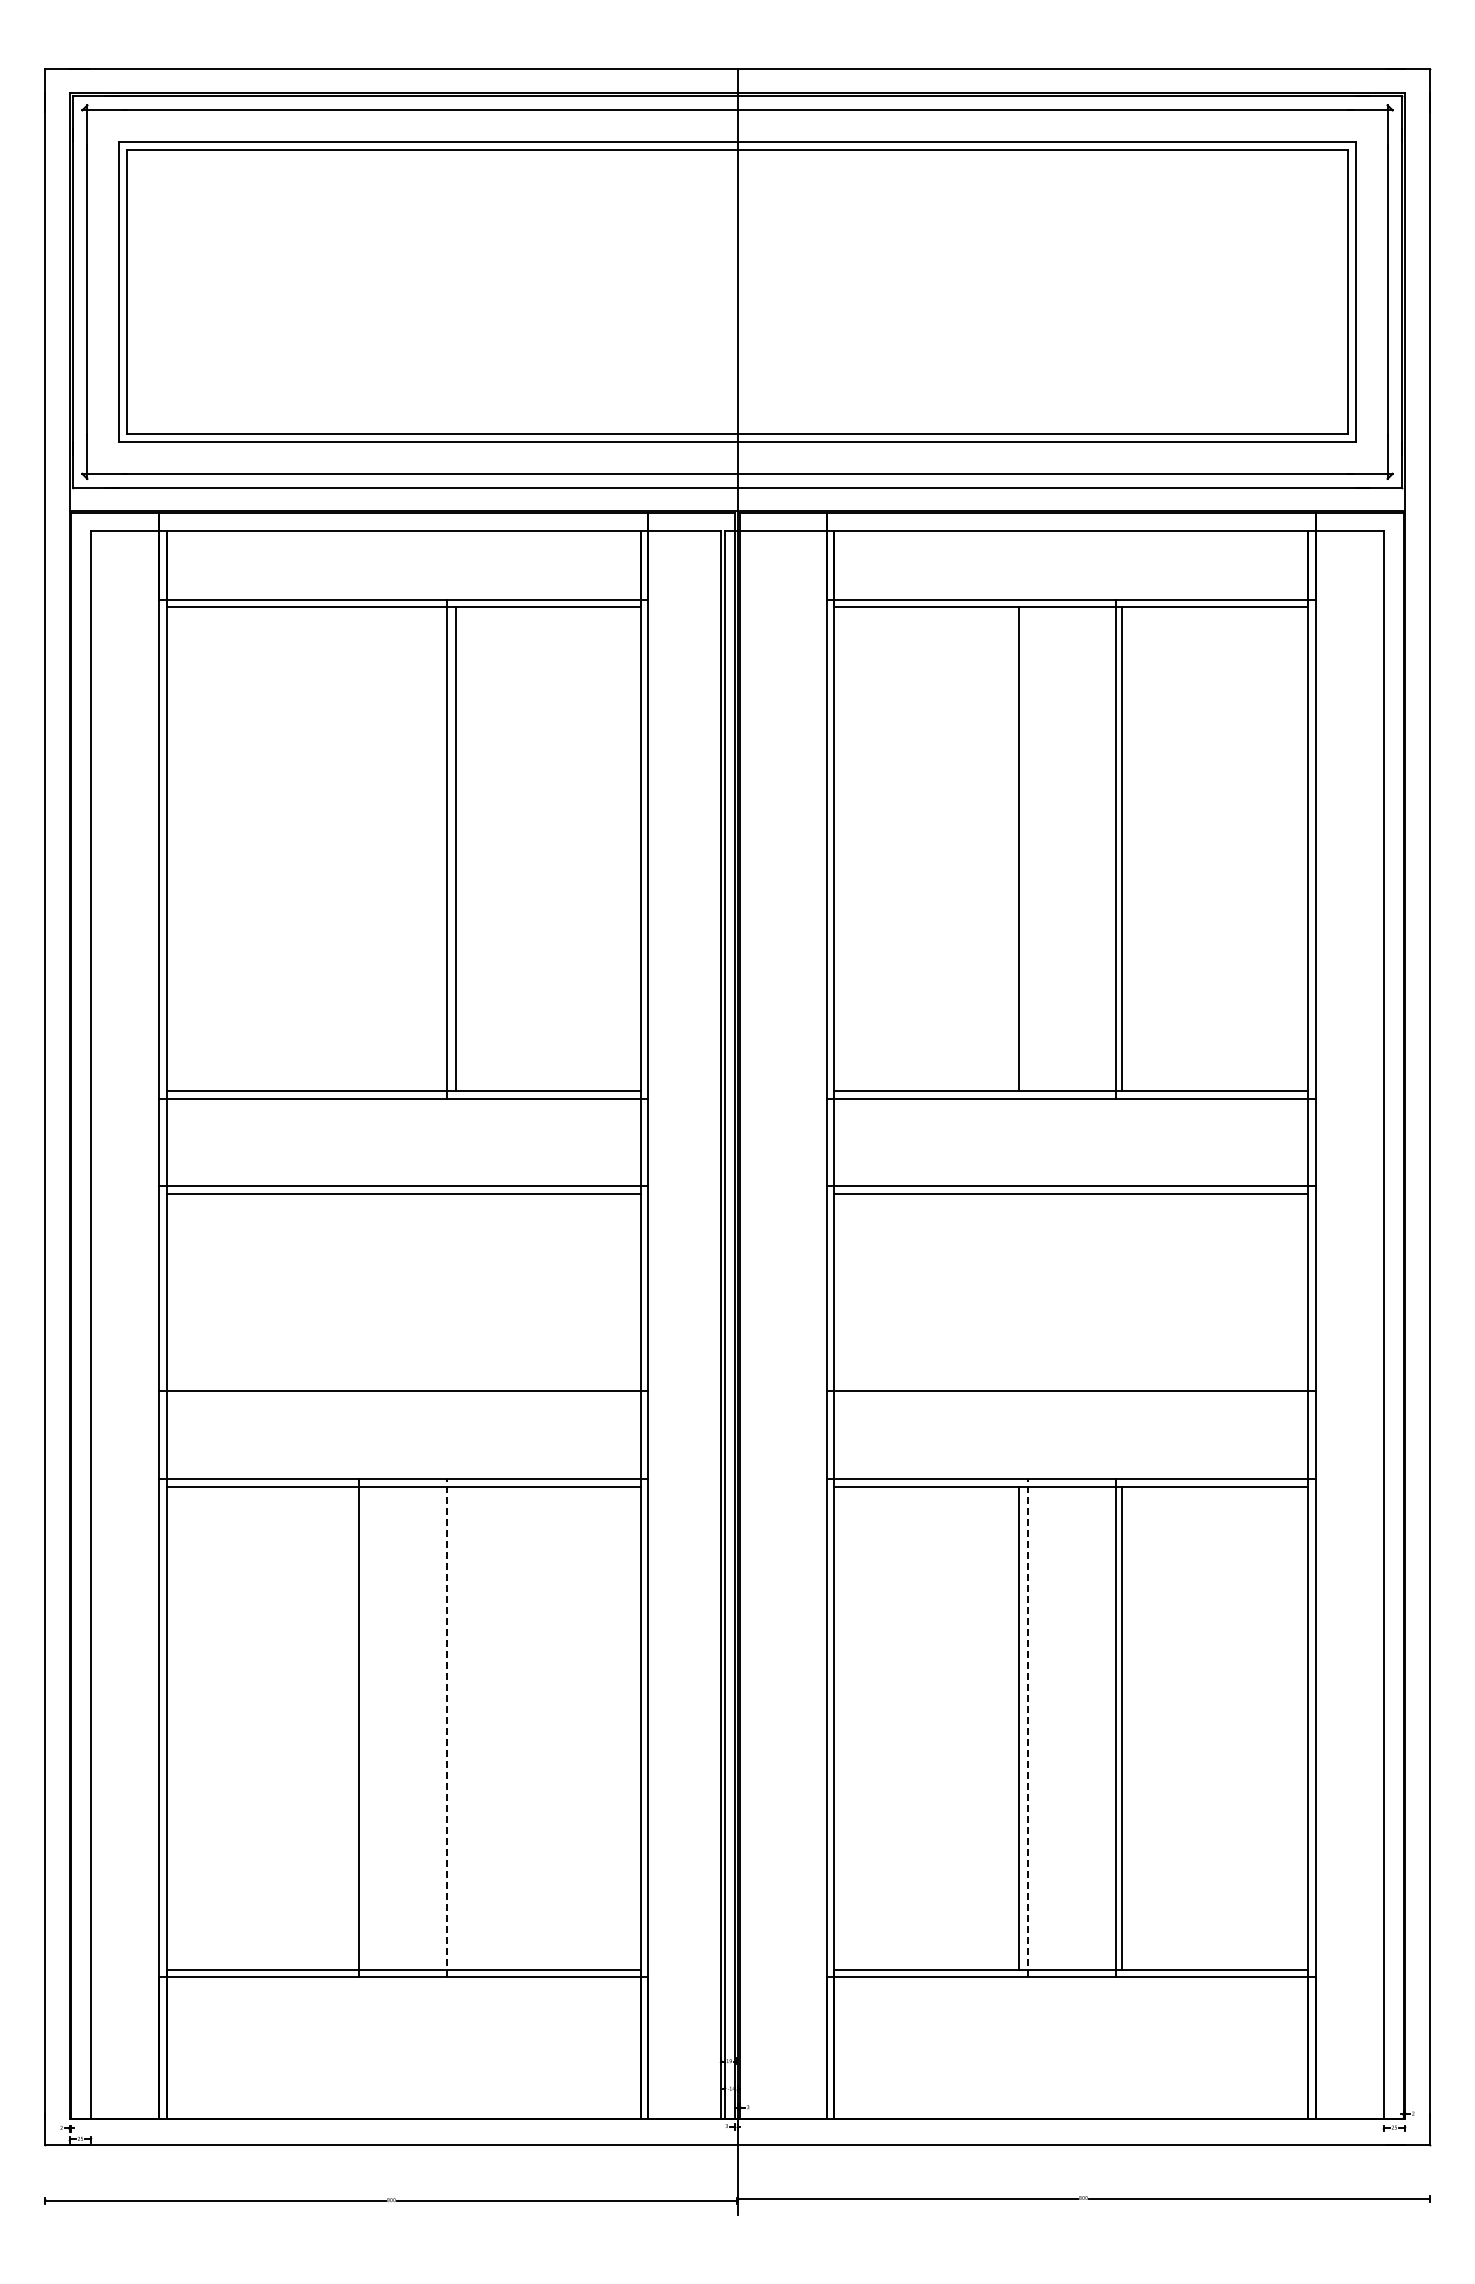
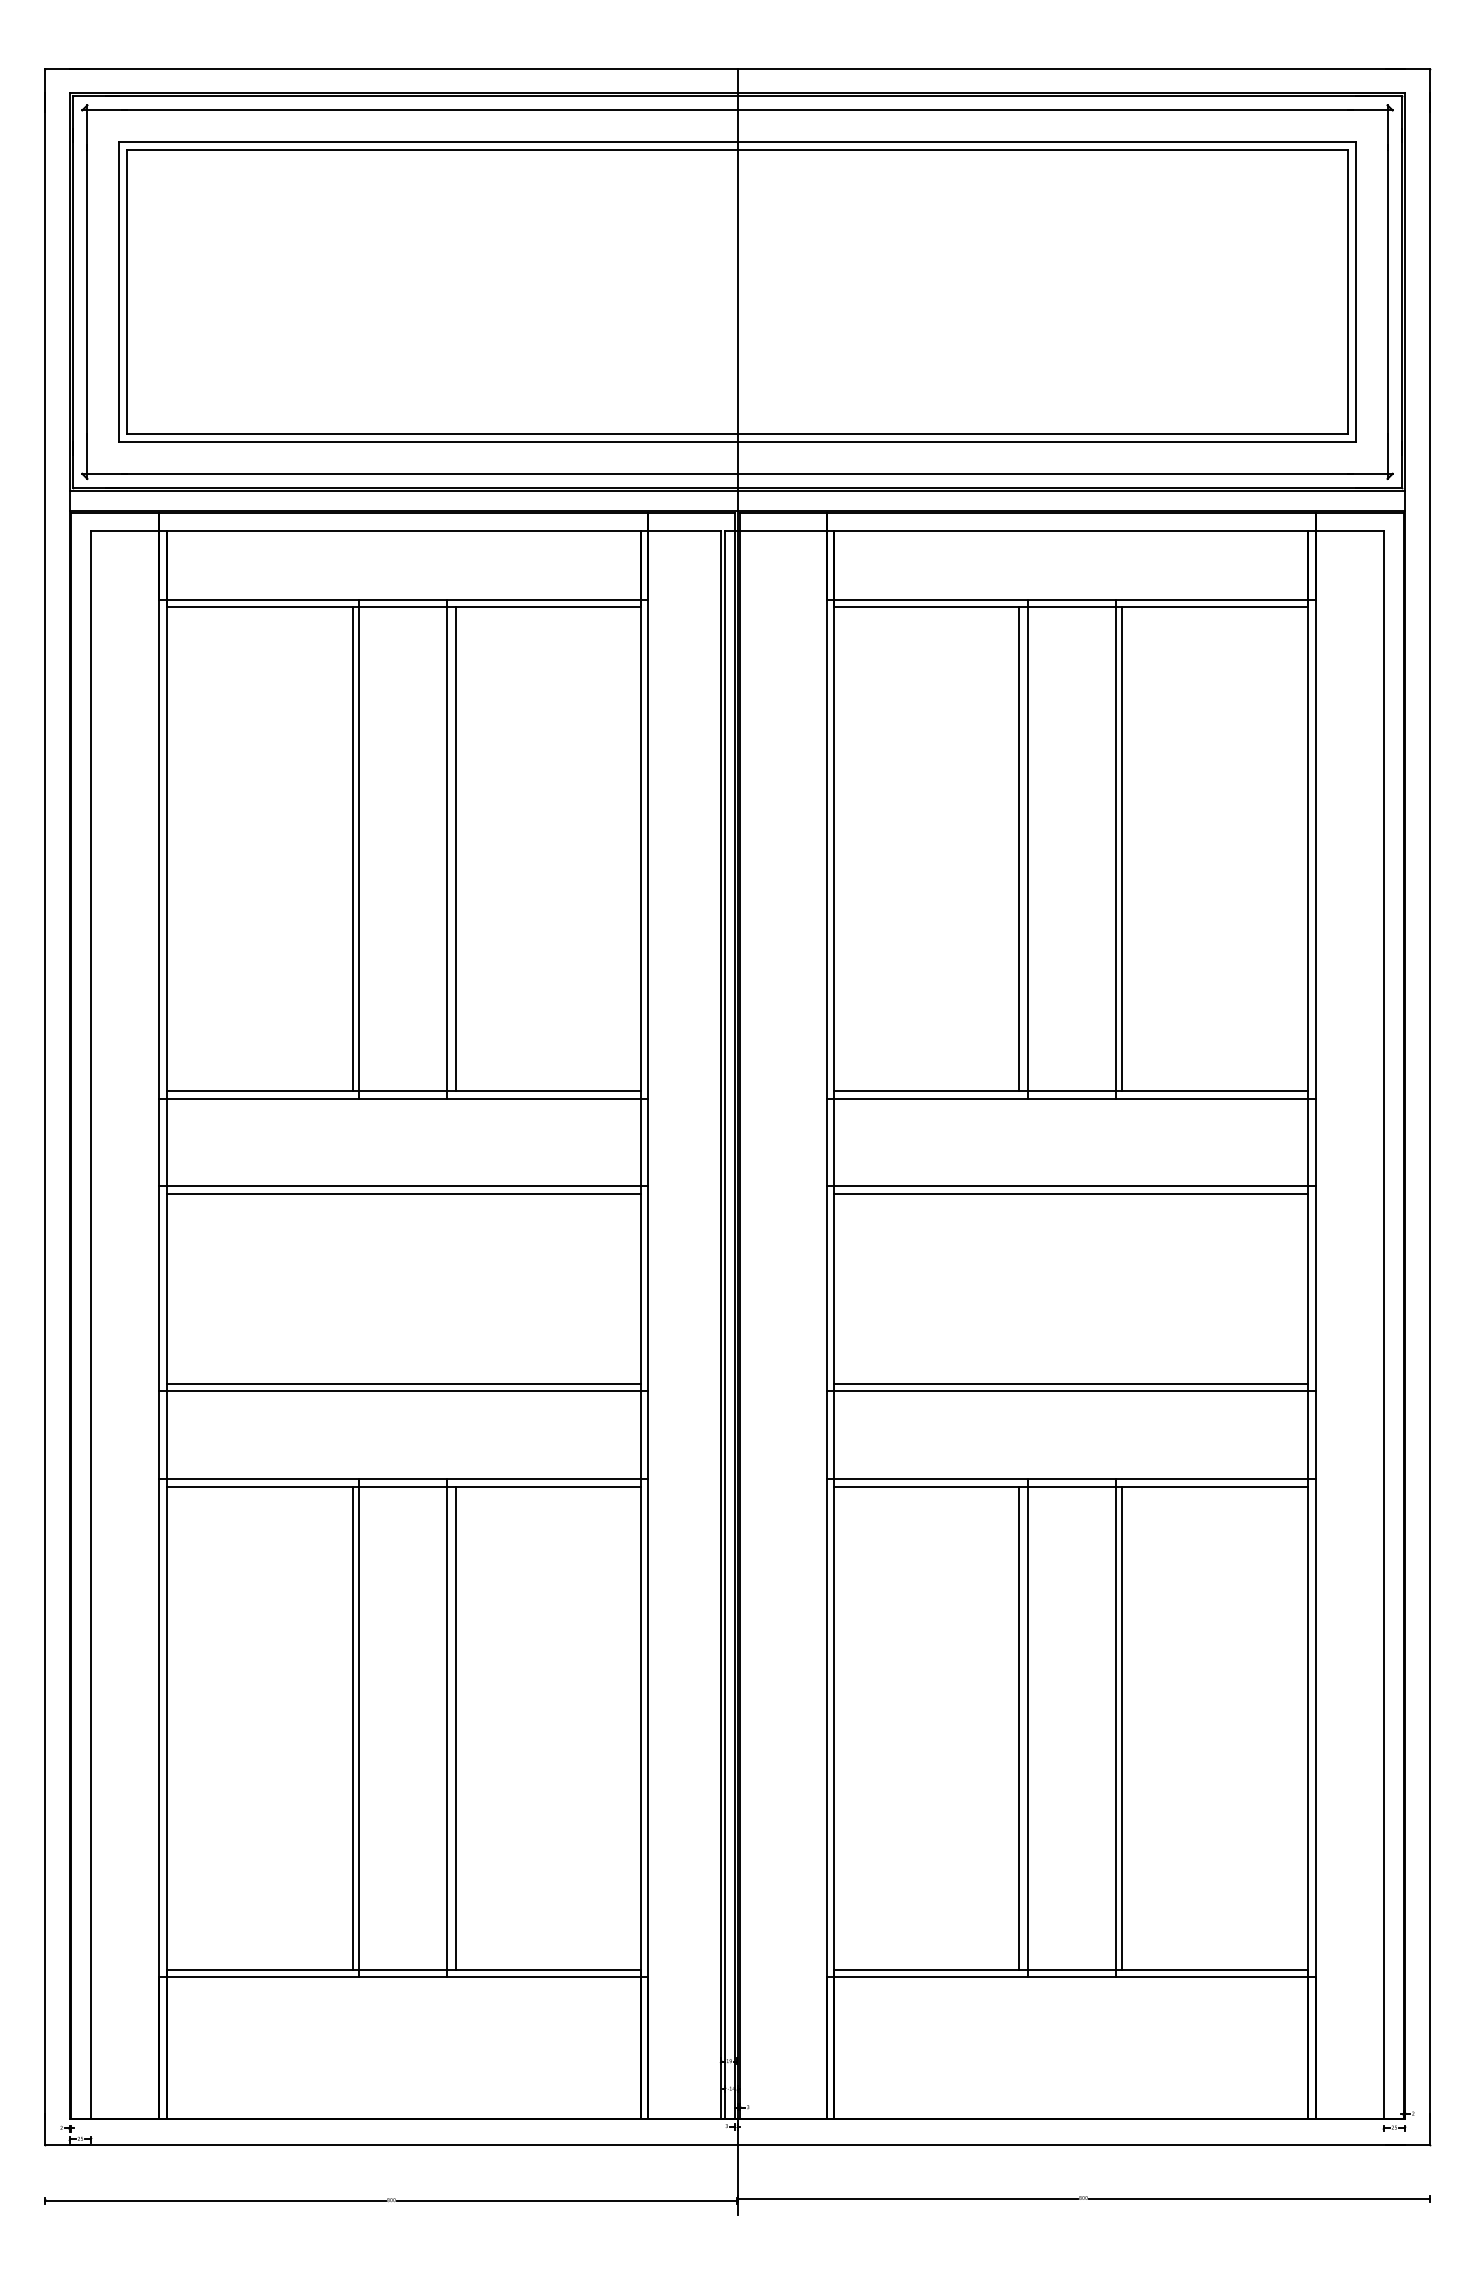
line at (737, 491): none -> present
line at (352, 848): none -> present
line at (359, 849): none -> present
line at (1028, 849): none -> present
line at (403, 1383): none -> present
line at (1070, 1383): none -> present
line at (352, 1727): none -> present
line at (446, 1727): dashed -> solid
line at (455, 1727): none -> present
line at (1028, 1727): dashed -> solid
